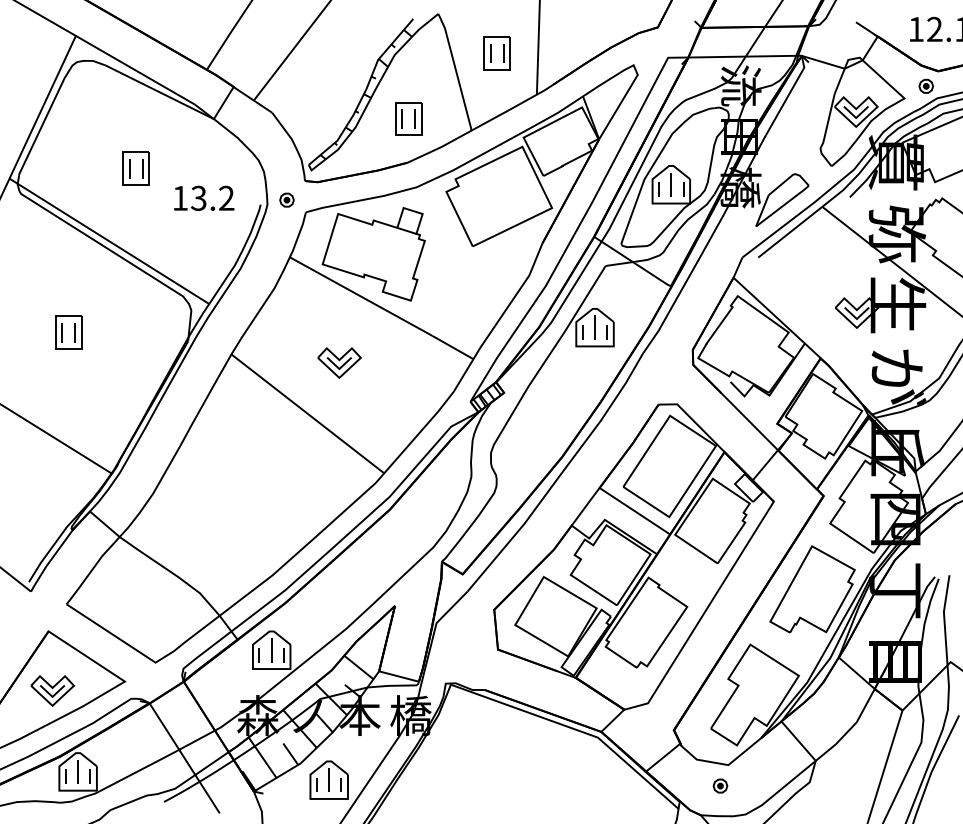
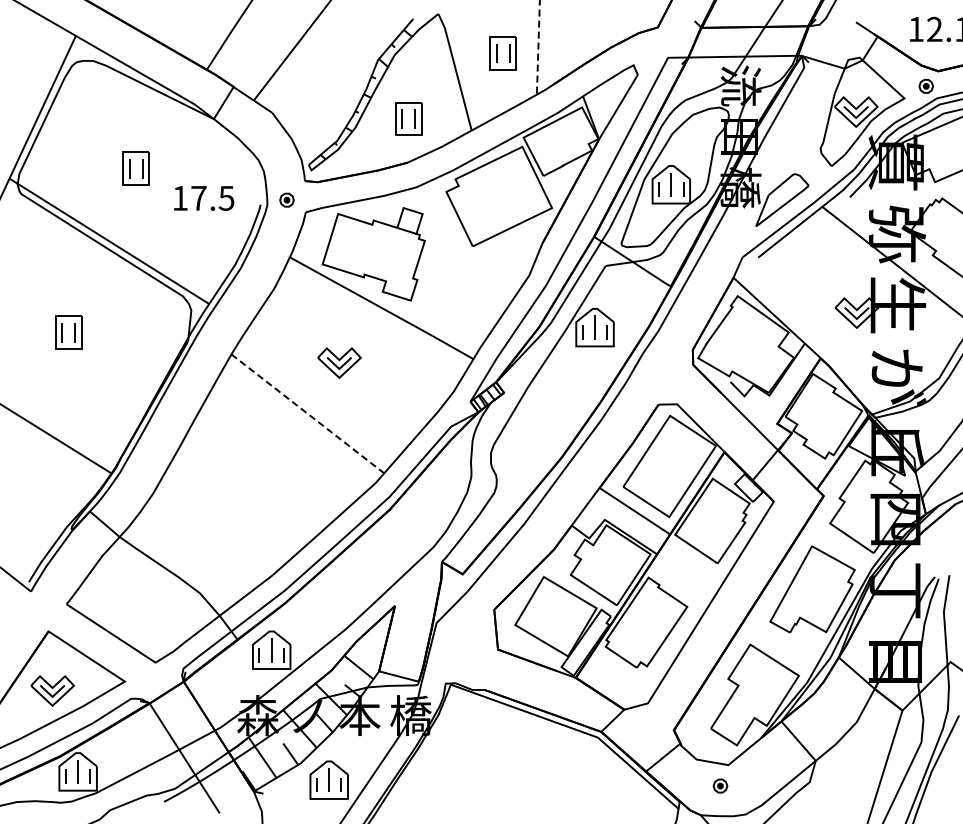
line at (538, 48): solid -> dashed
part at (496, 53) position: (496, 53) -> (502, 53)
text at (212, 197): 13.2 -> 17.5
line at (307, 413): solid -> dashed
